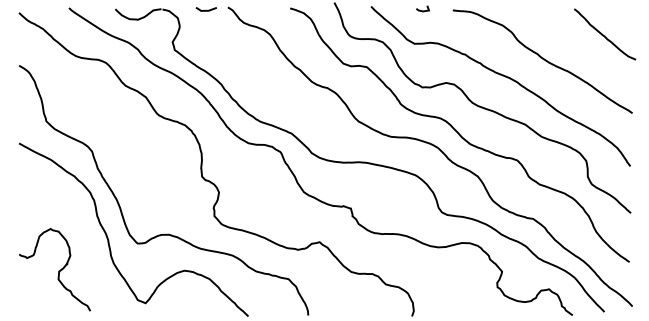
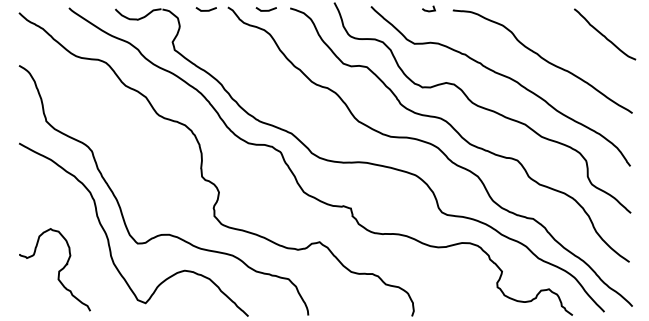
curve at (265, 9): none -> present
curve at (422, 10) position: (422, 10) -> (428, 10)
